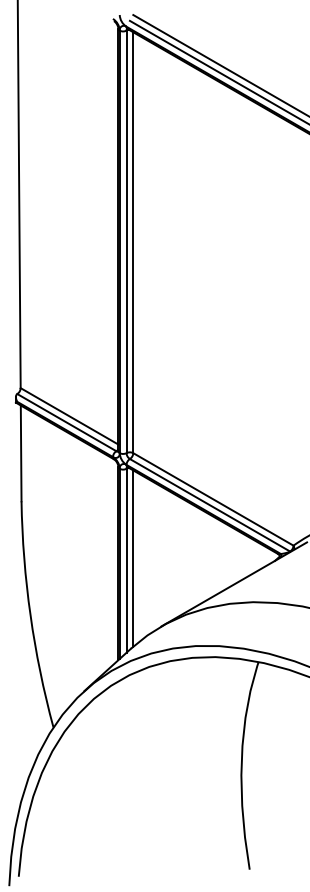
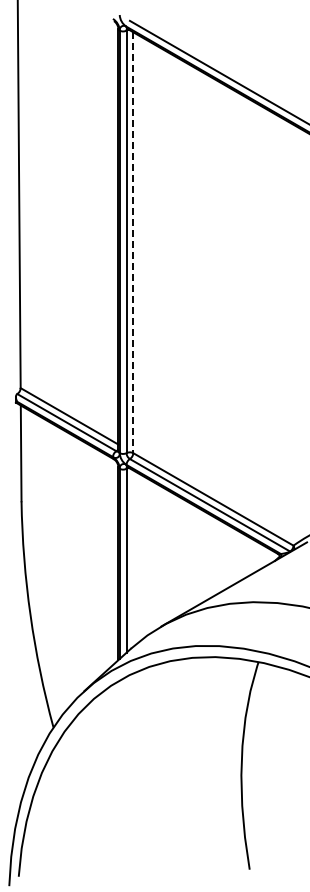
line at (219, 65): present -> none
line at (133, 243): solid -> dashed
line at (133, 558): present -> none
